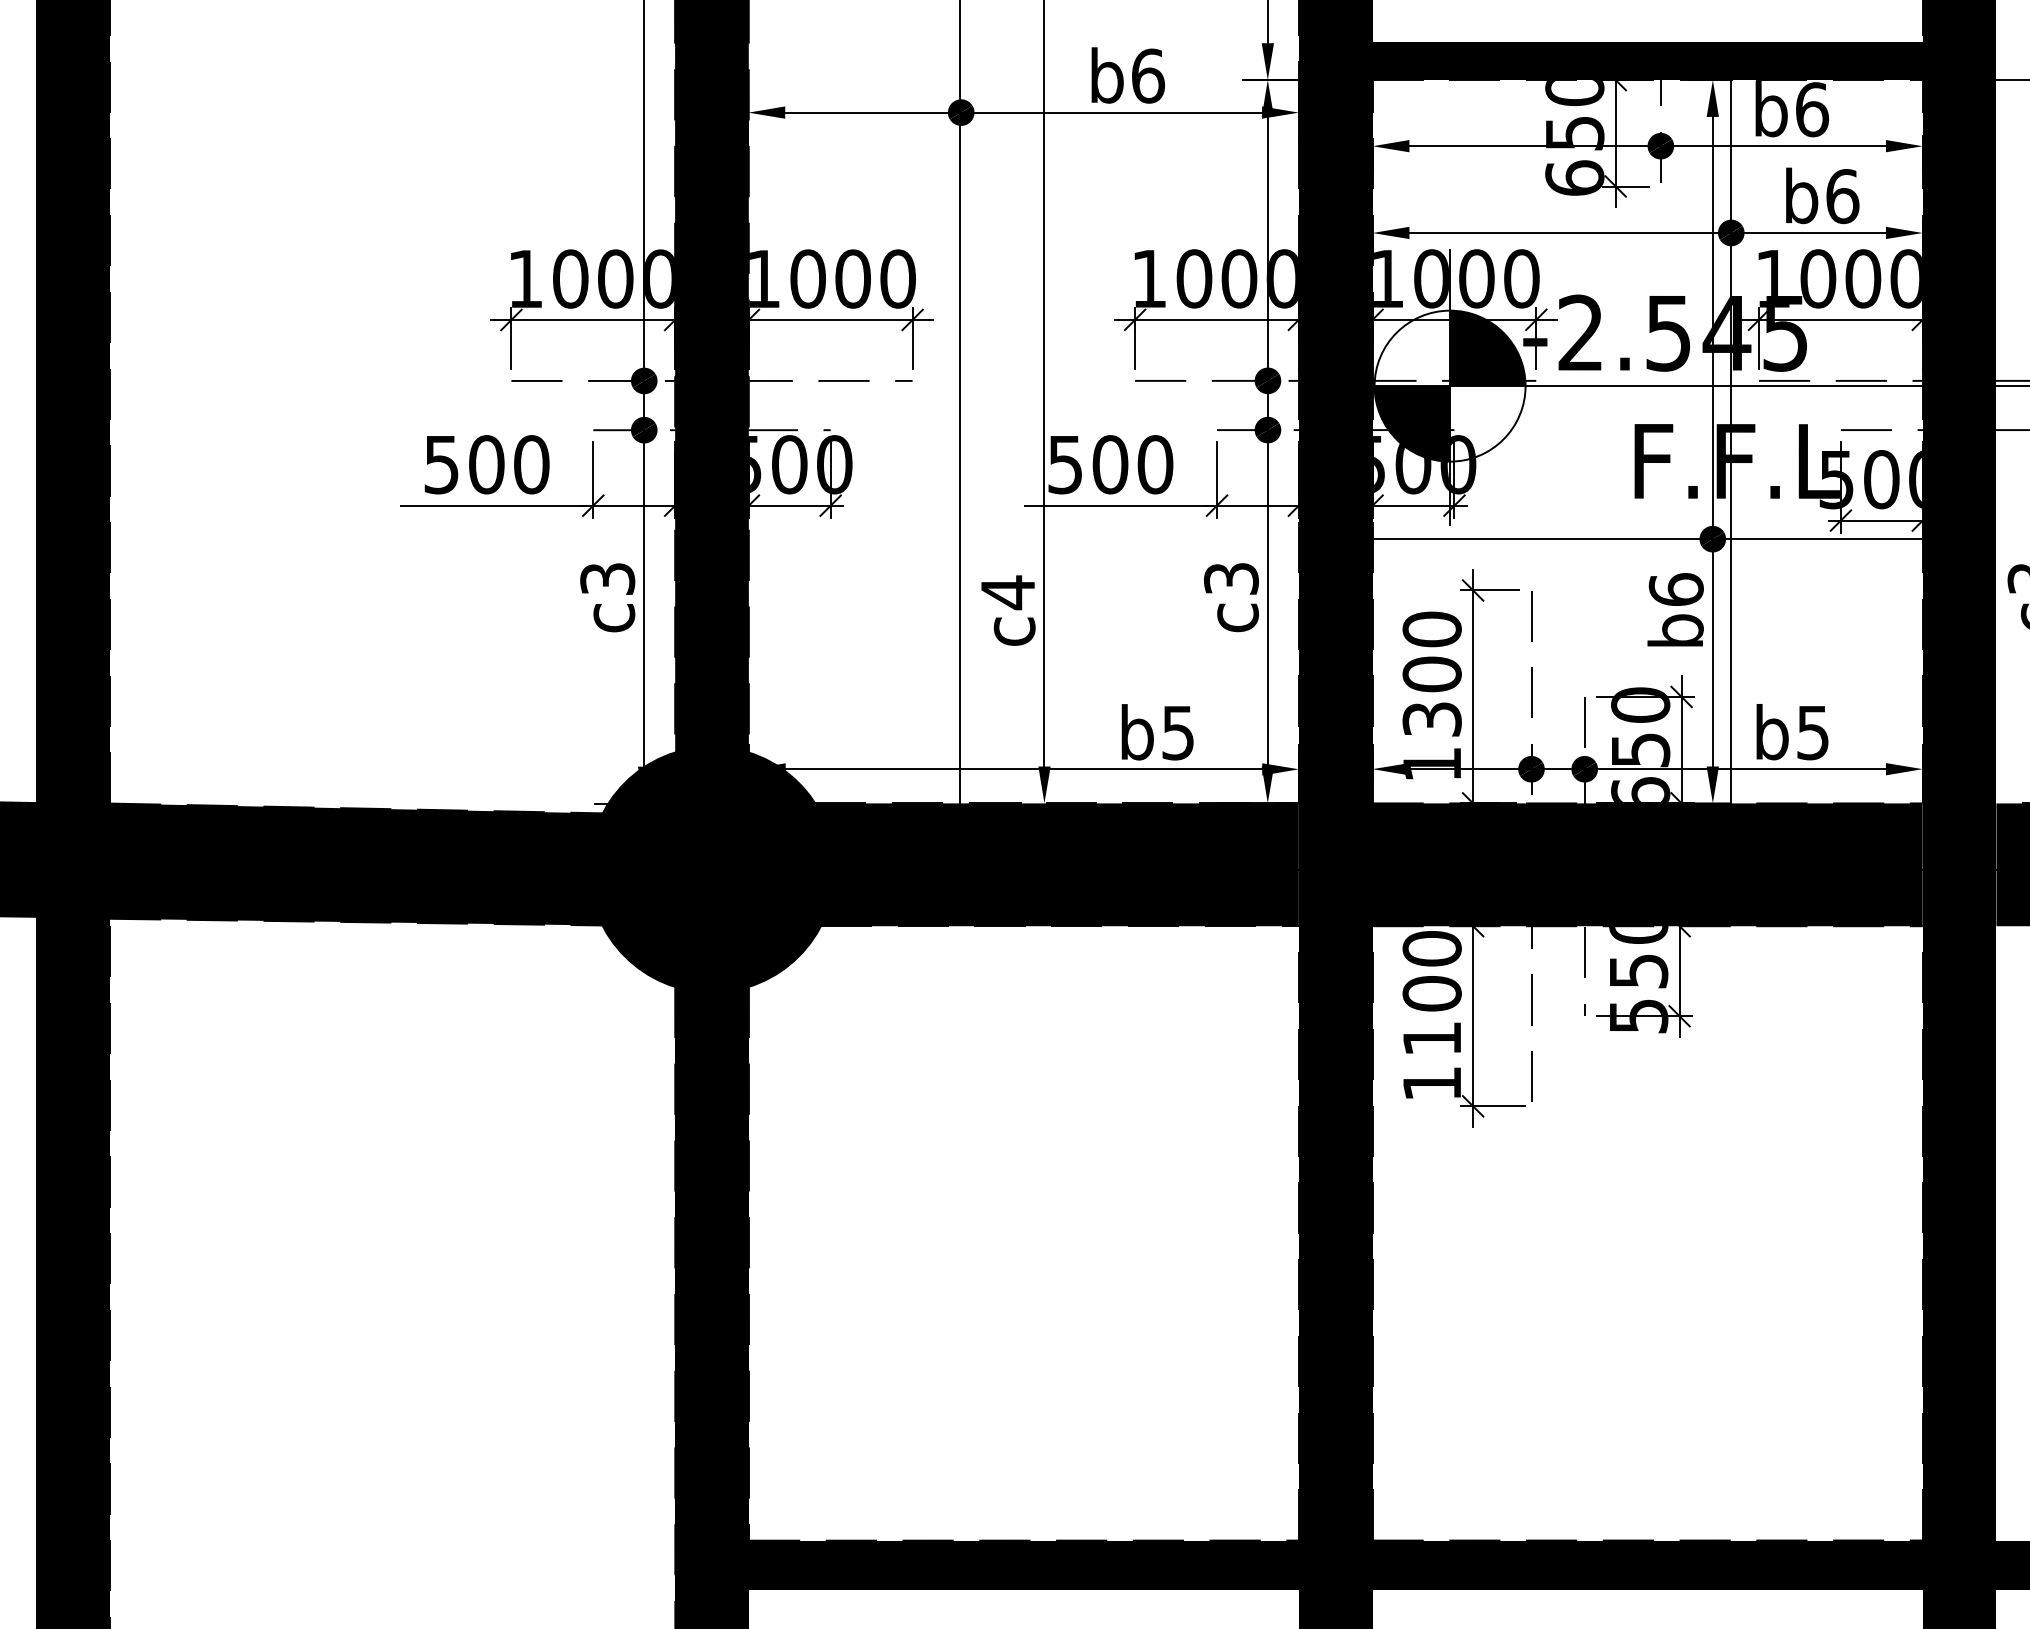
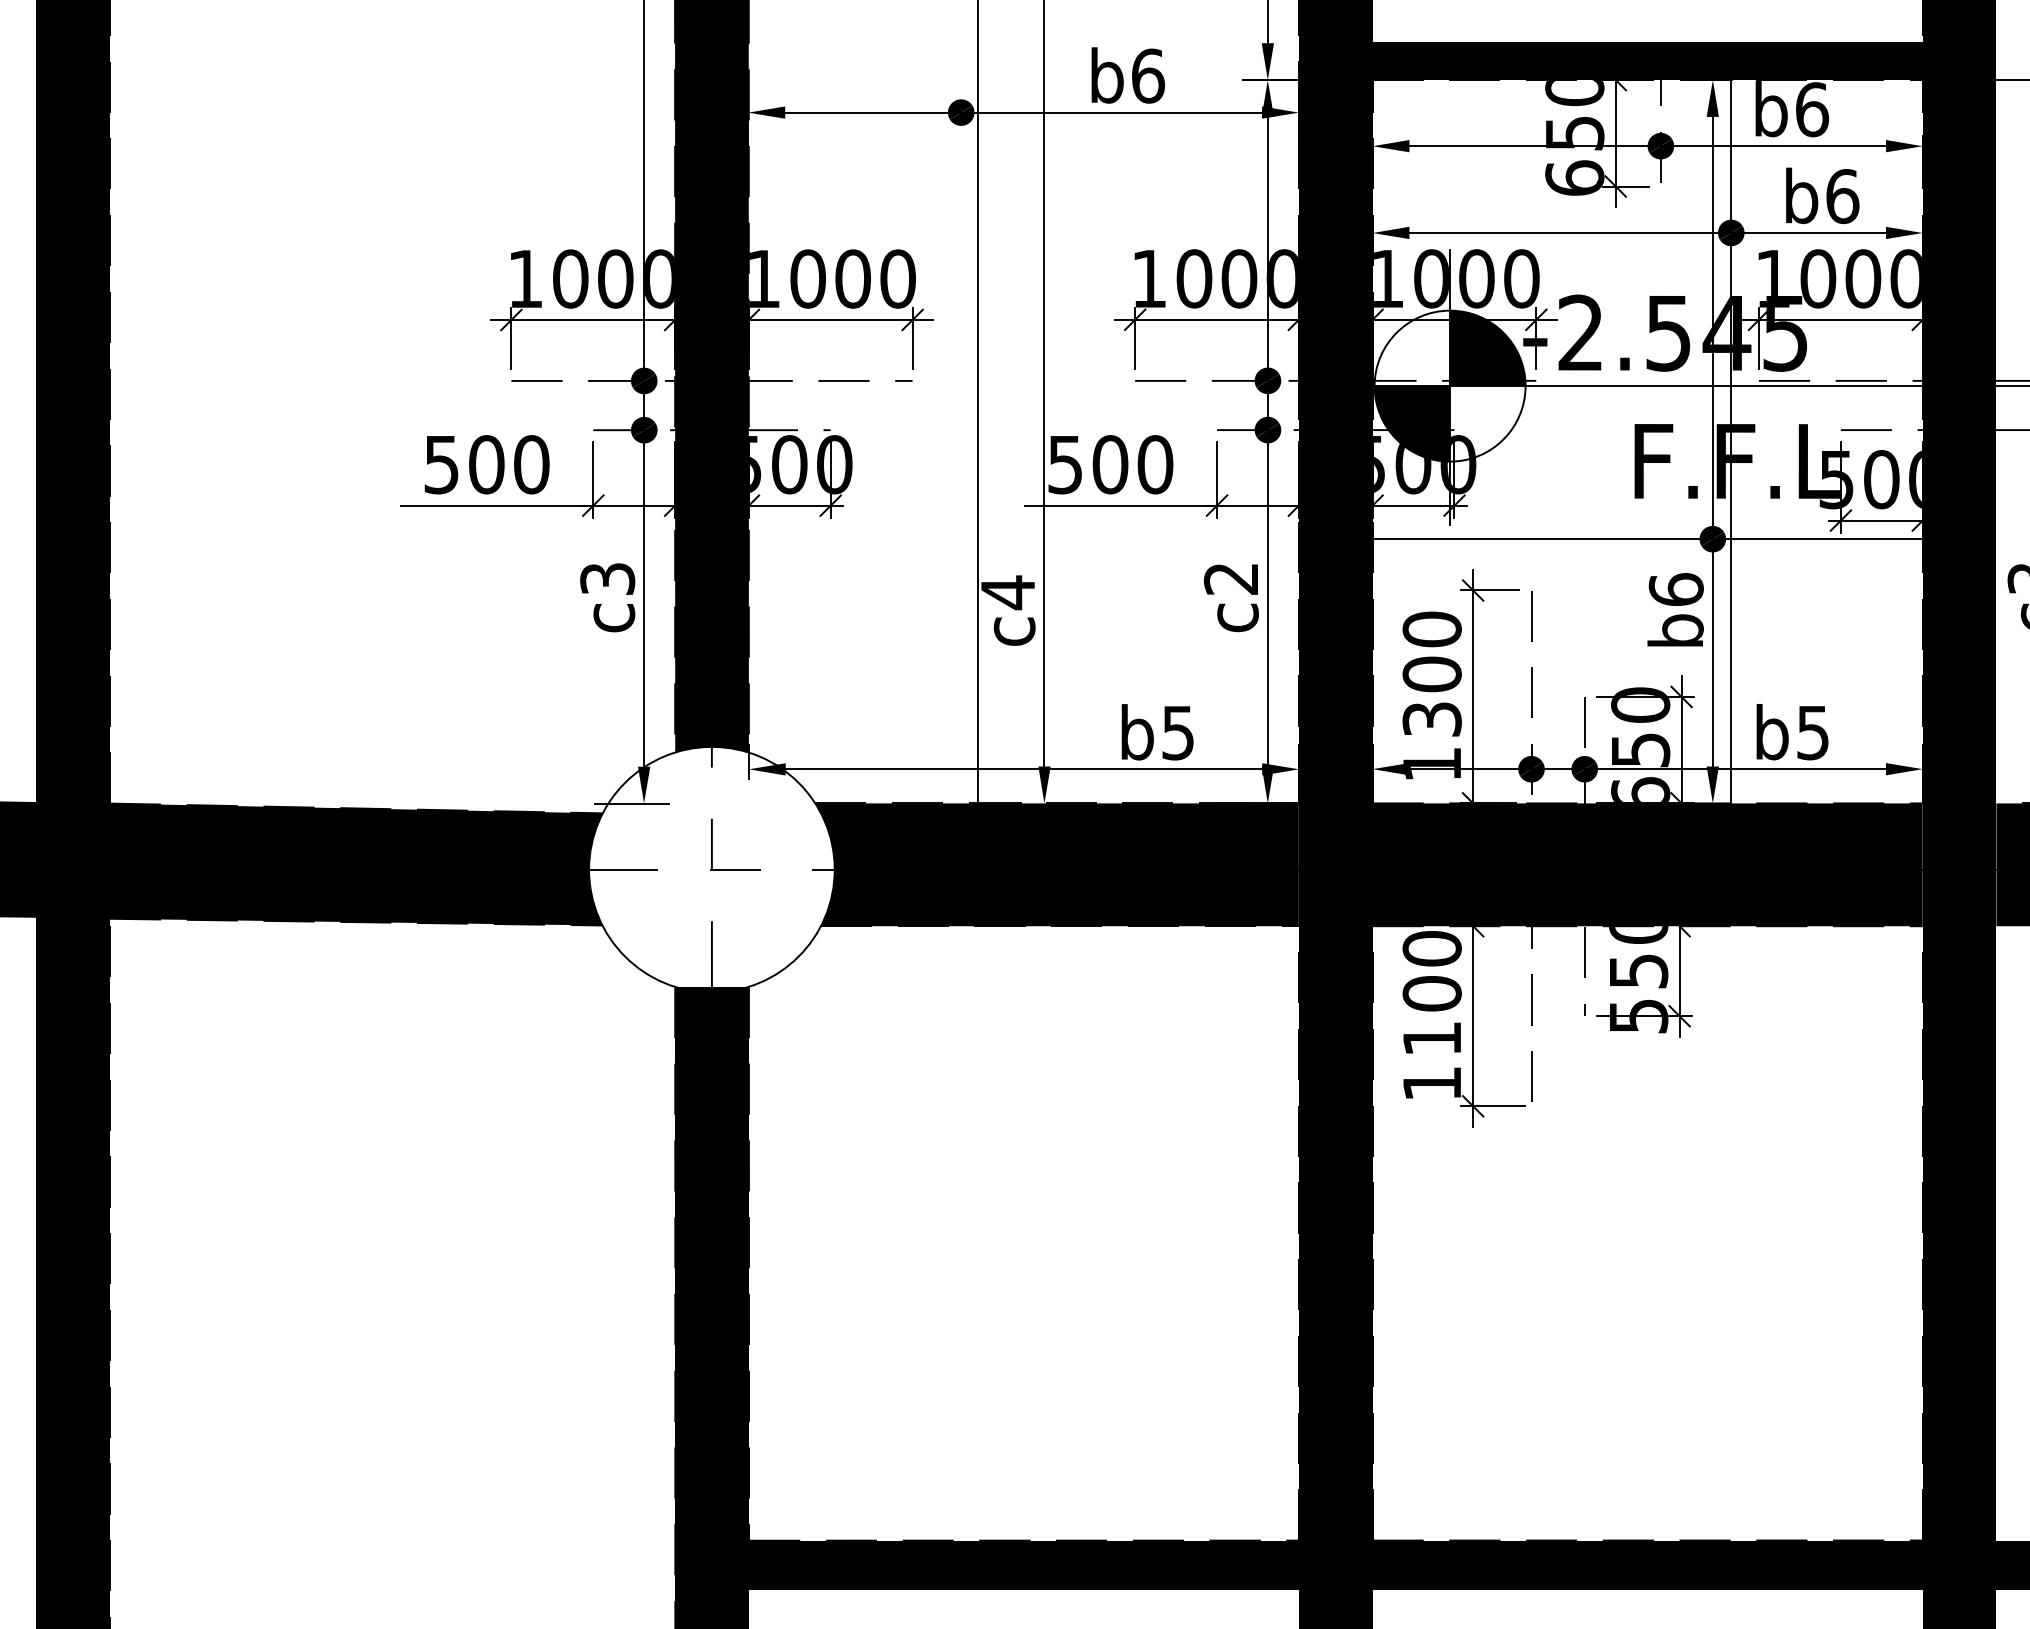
line at (960, 452) position: (960, 452) -> (978, 452)
text at (1231, 578): c3 -> c2
fill at (711, 869): present -> none
